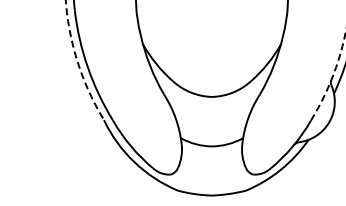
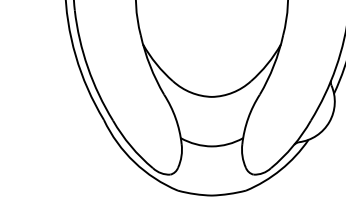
arc at (77, 62): dashed -> solid
arc at (332, 76): dashed -> solid
